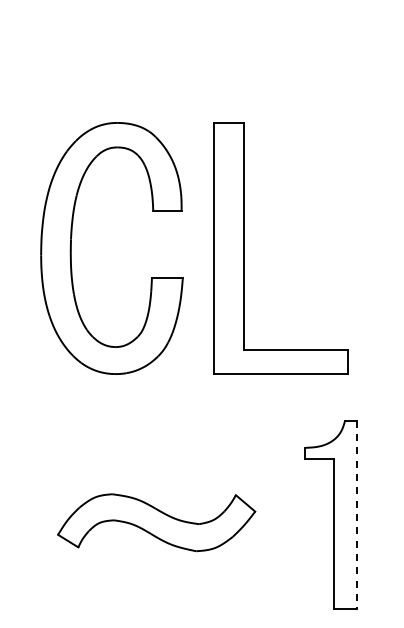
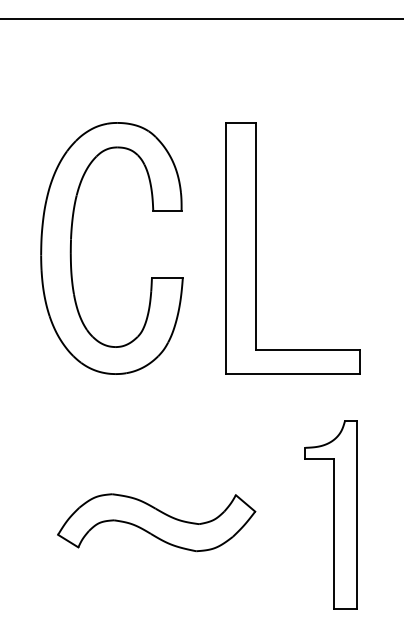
line at (201, 18): none -> present
part at (244, 248) position: (244, 248) -> (256, 248)
line at (356, 515): dashed -> solid
